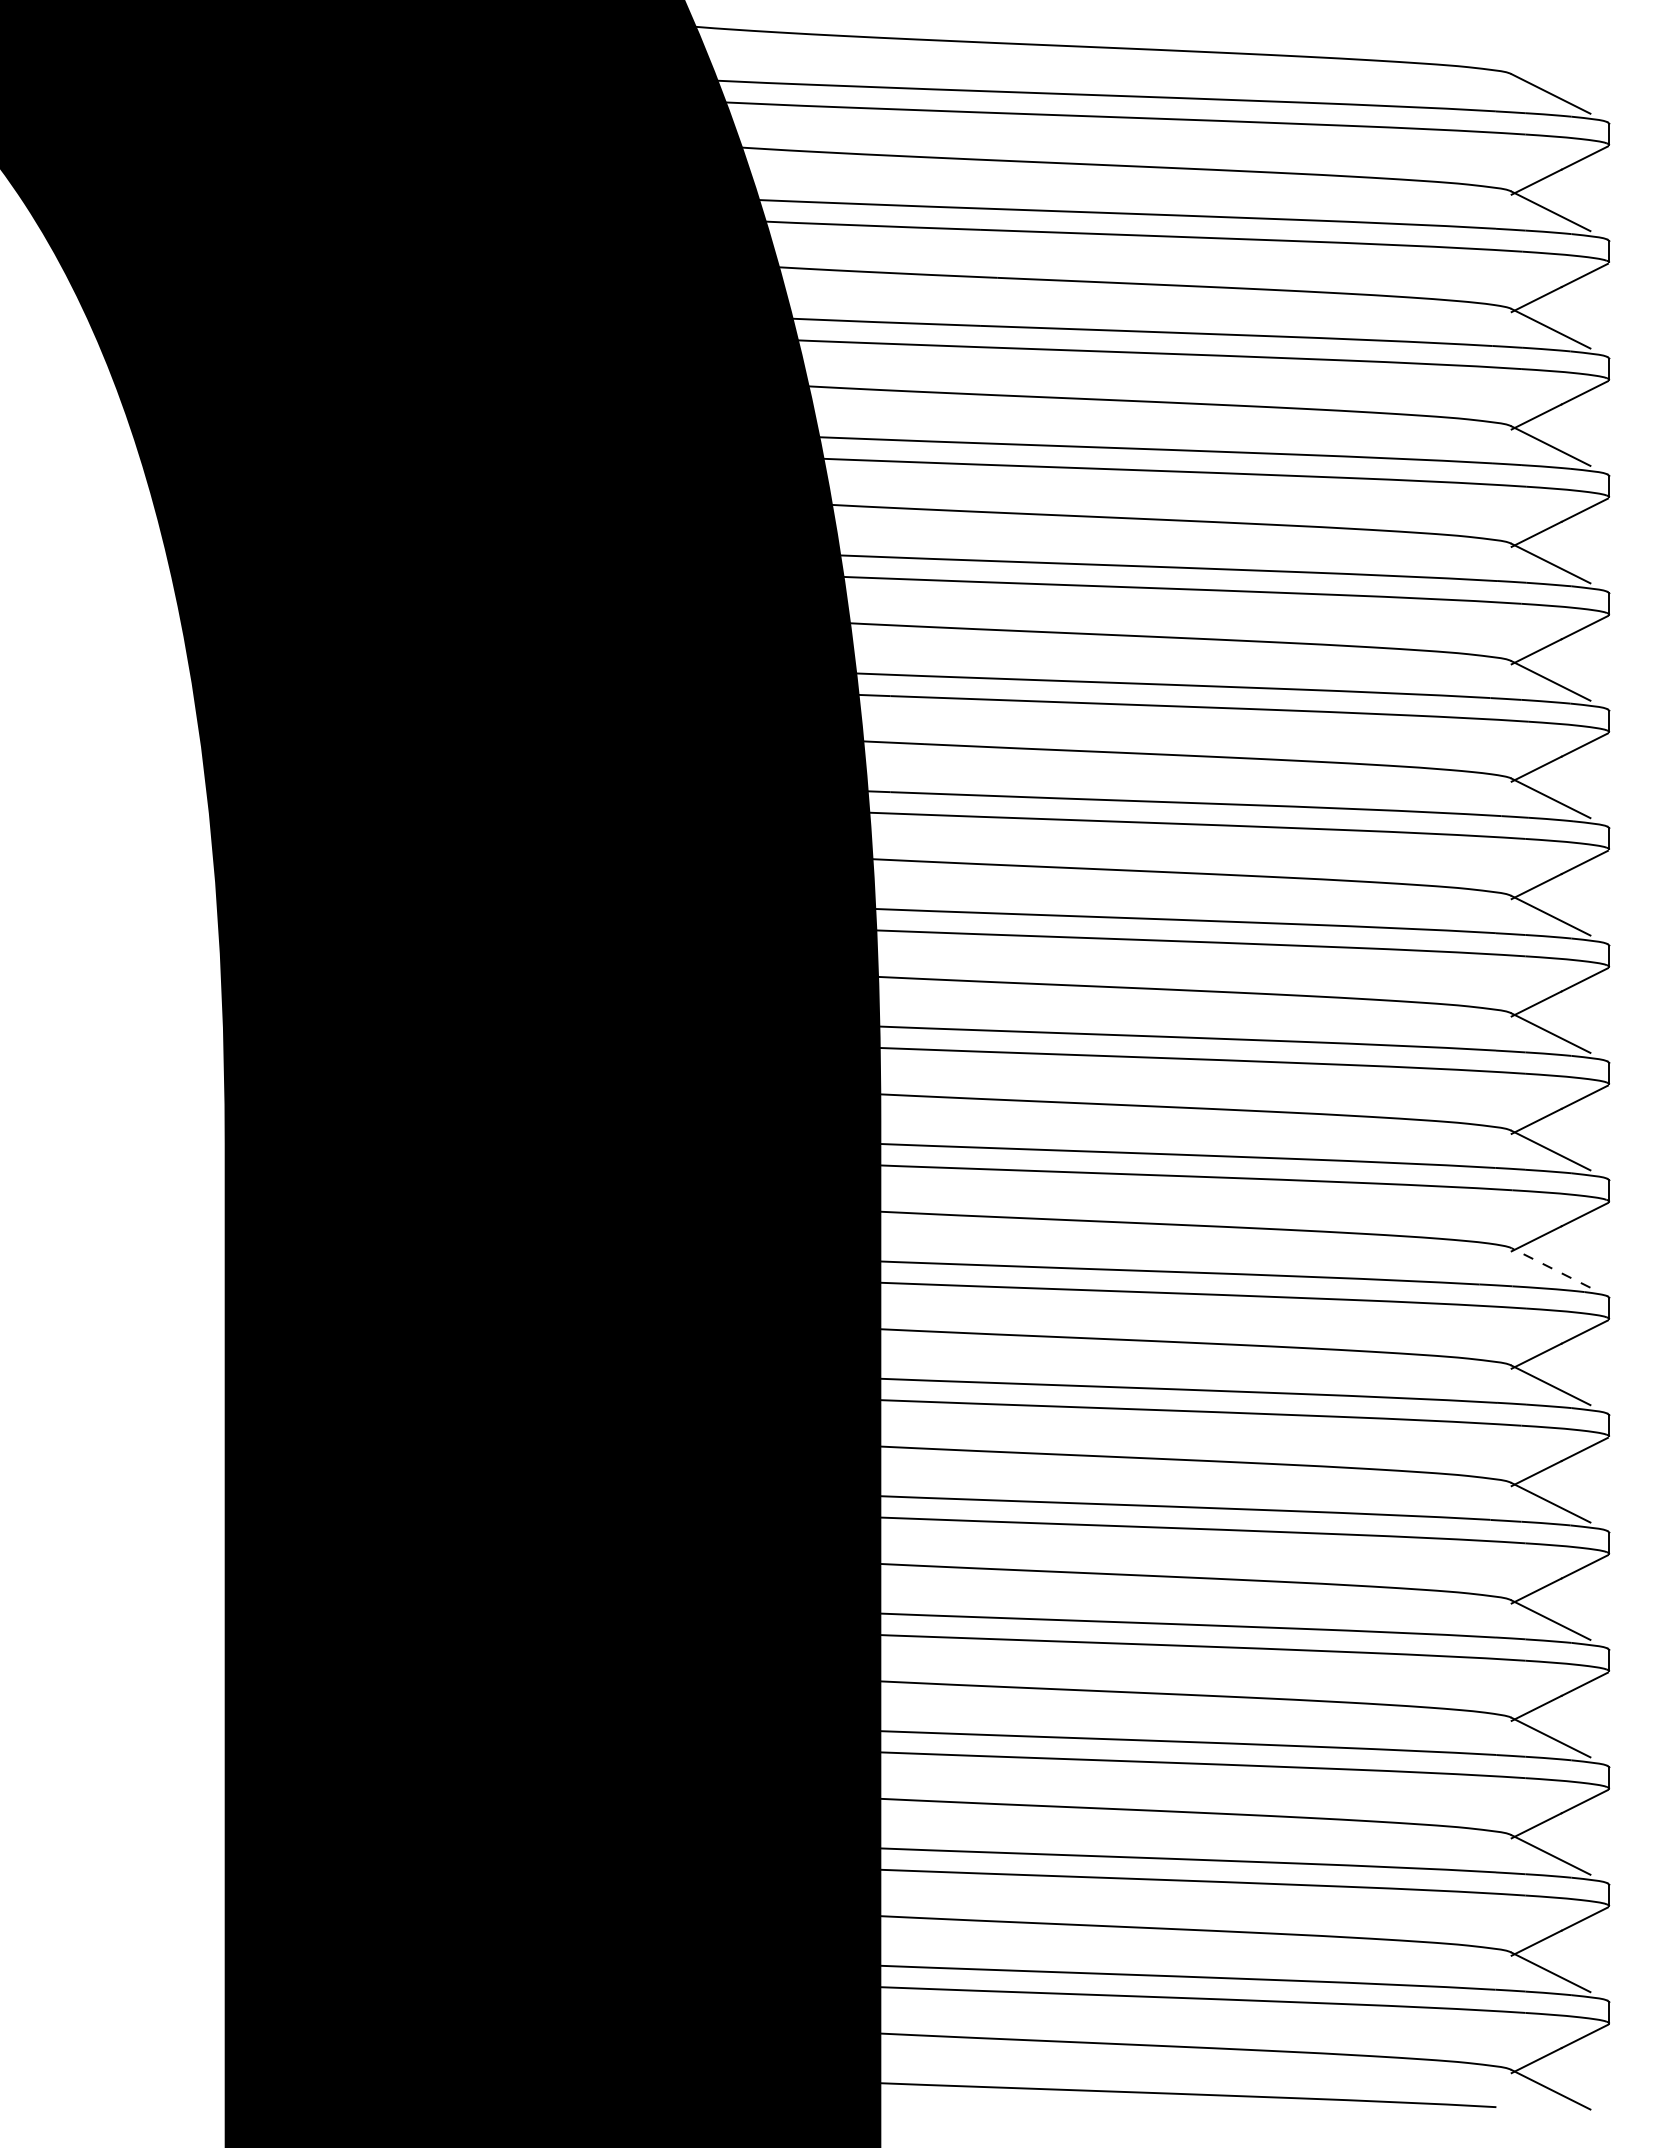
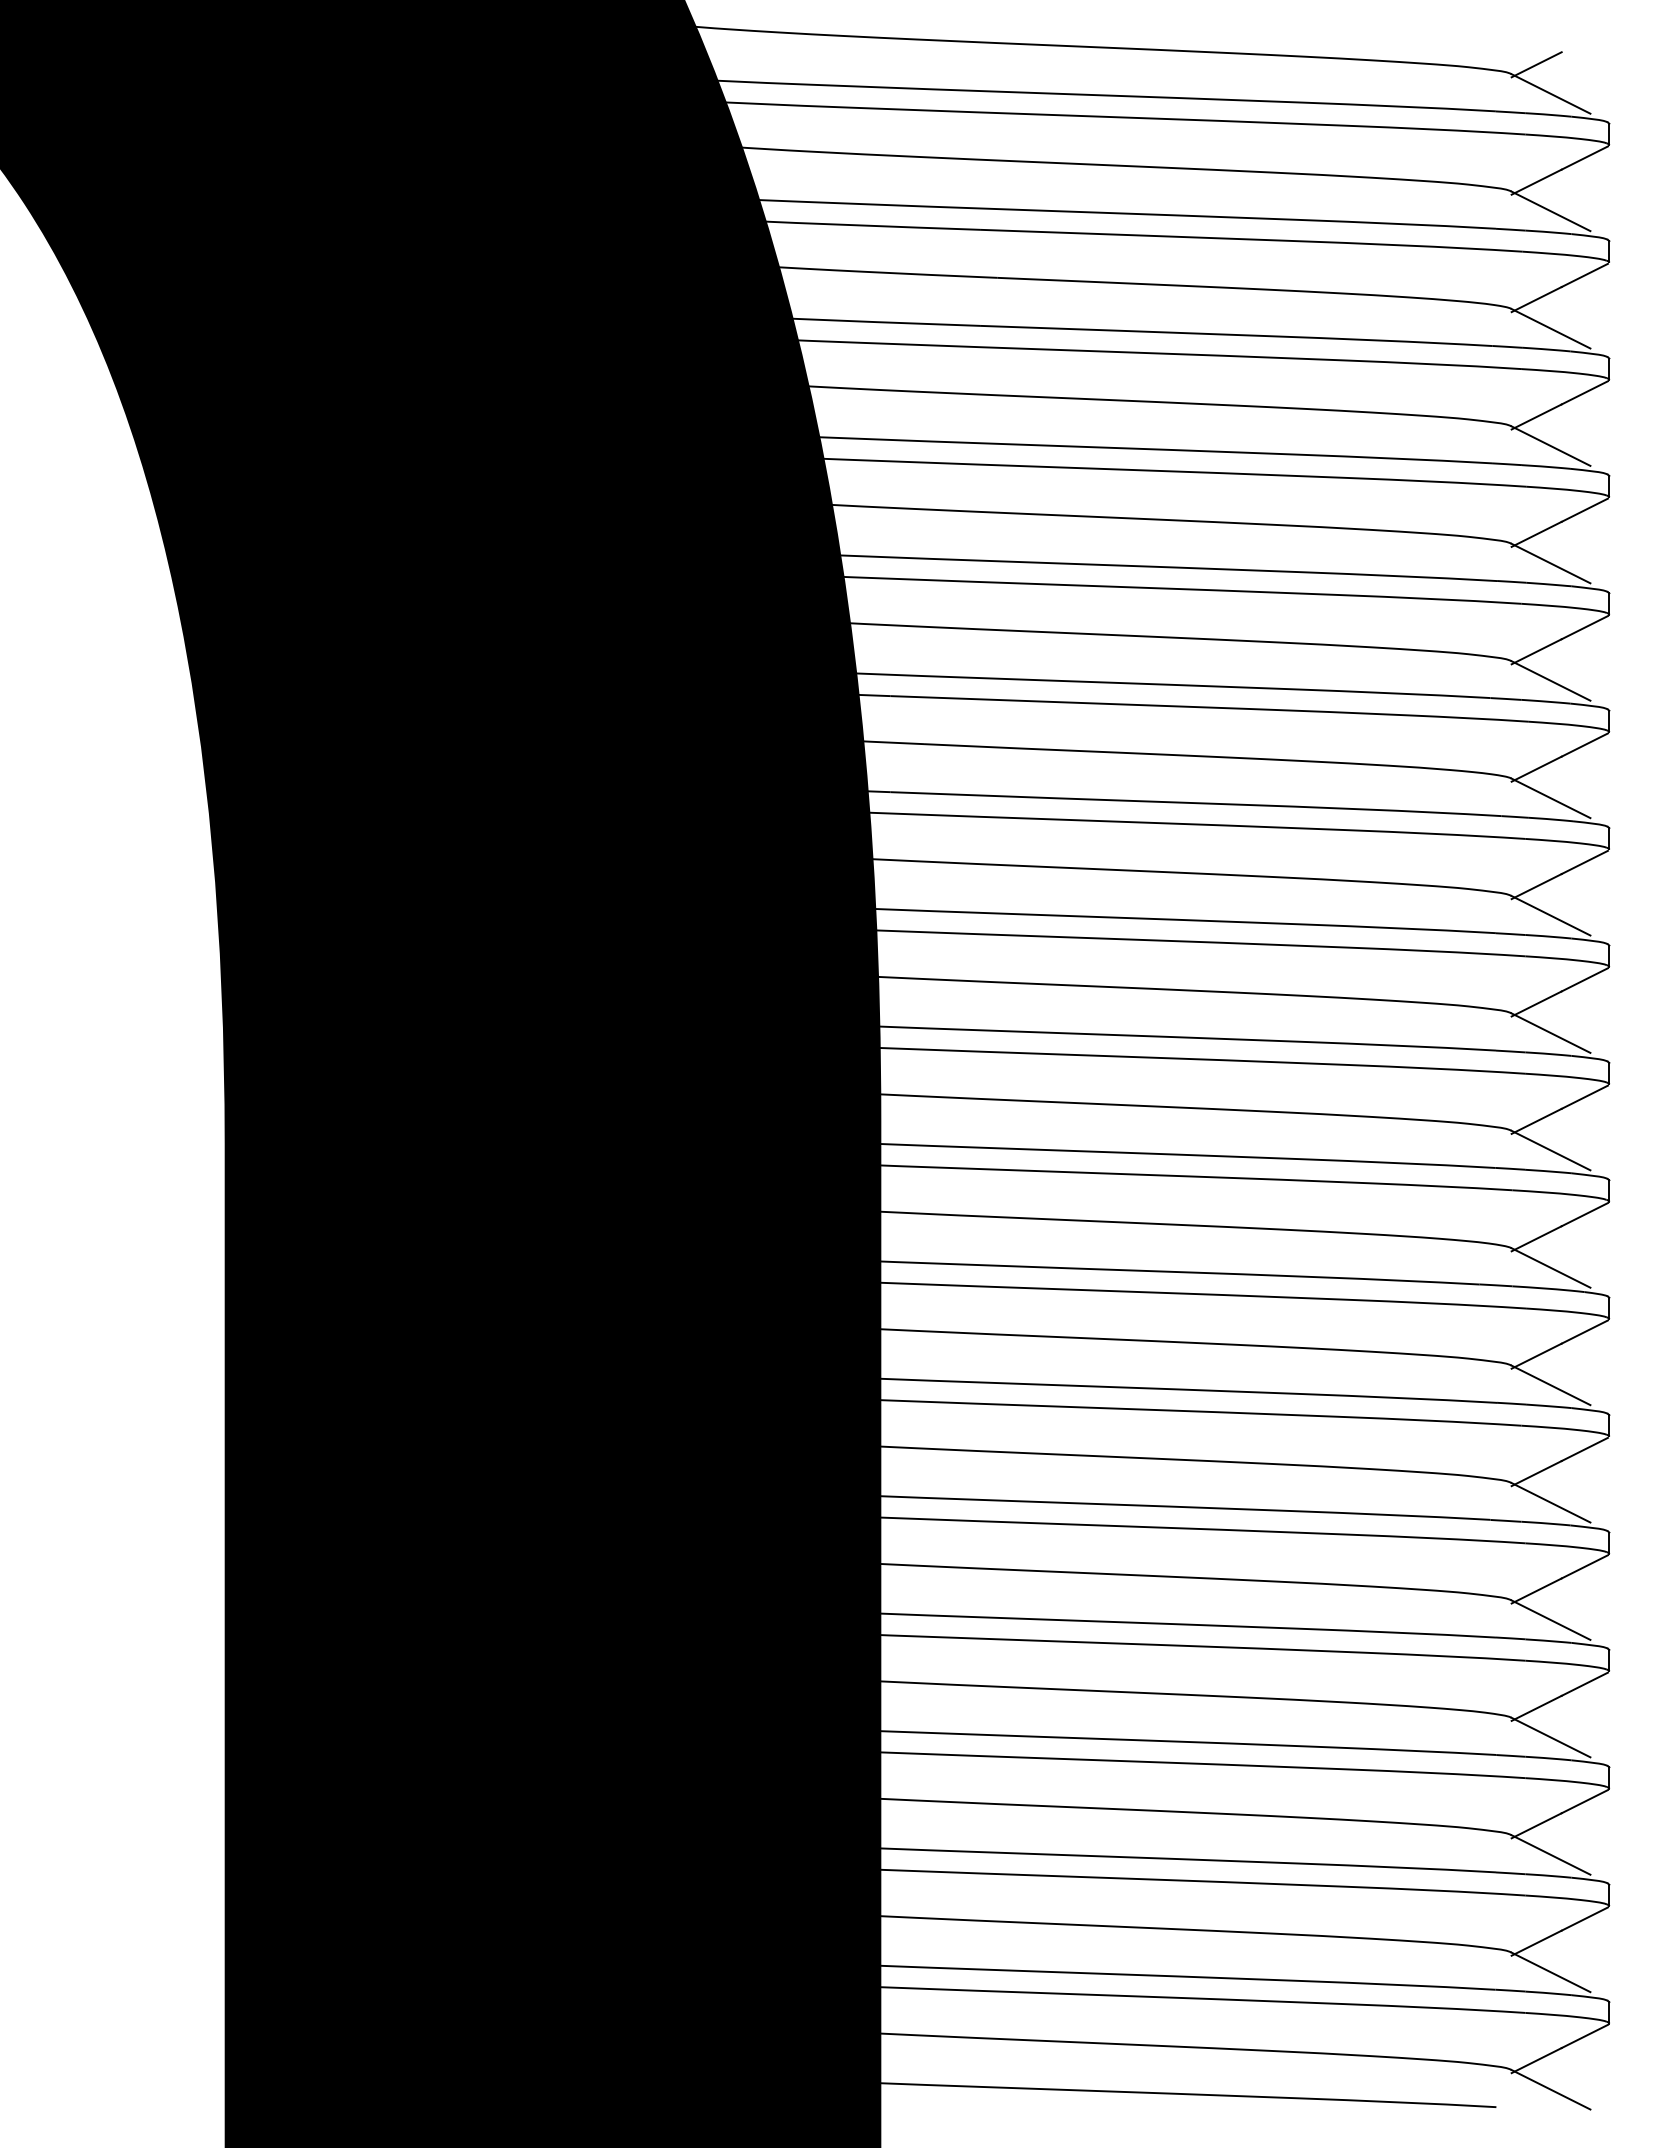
line at (1536, 64): none -> present
line at (1550, 1267): dashed -> solid
